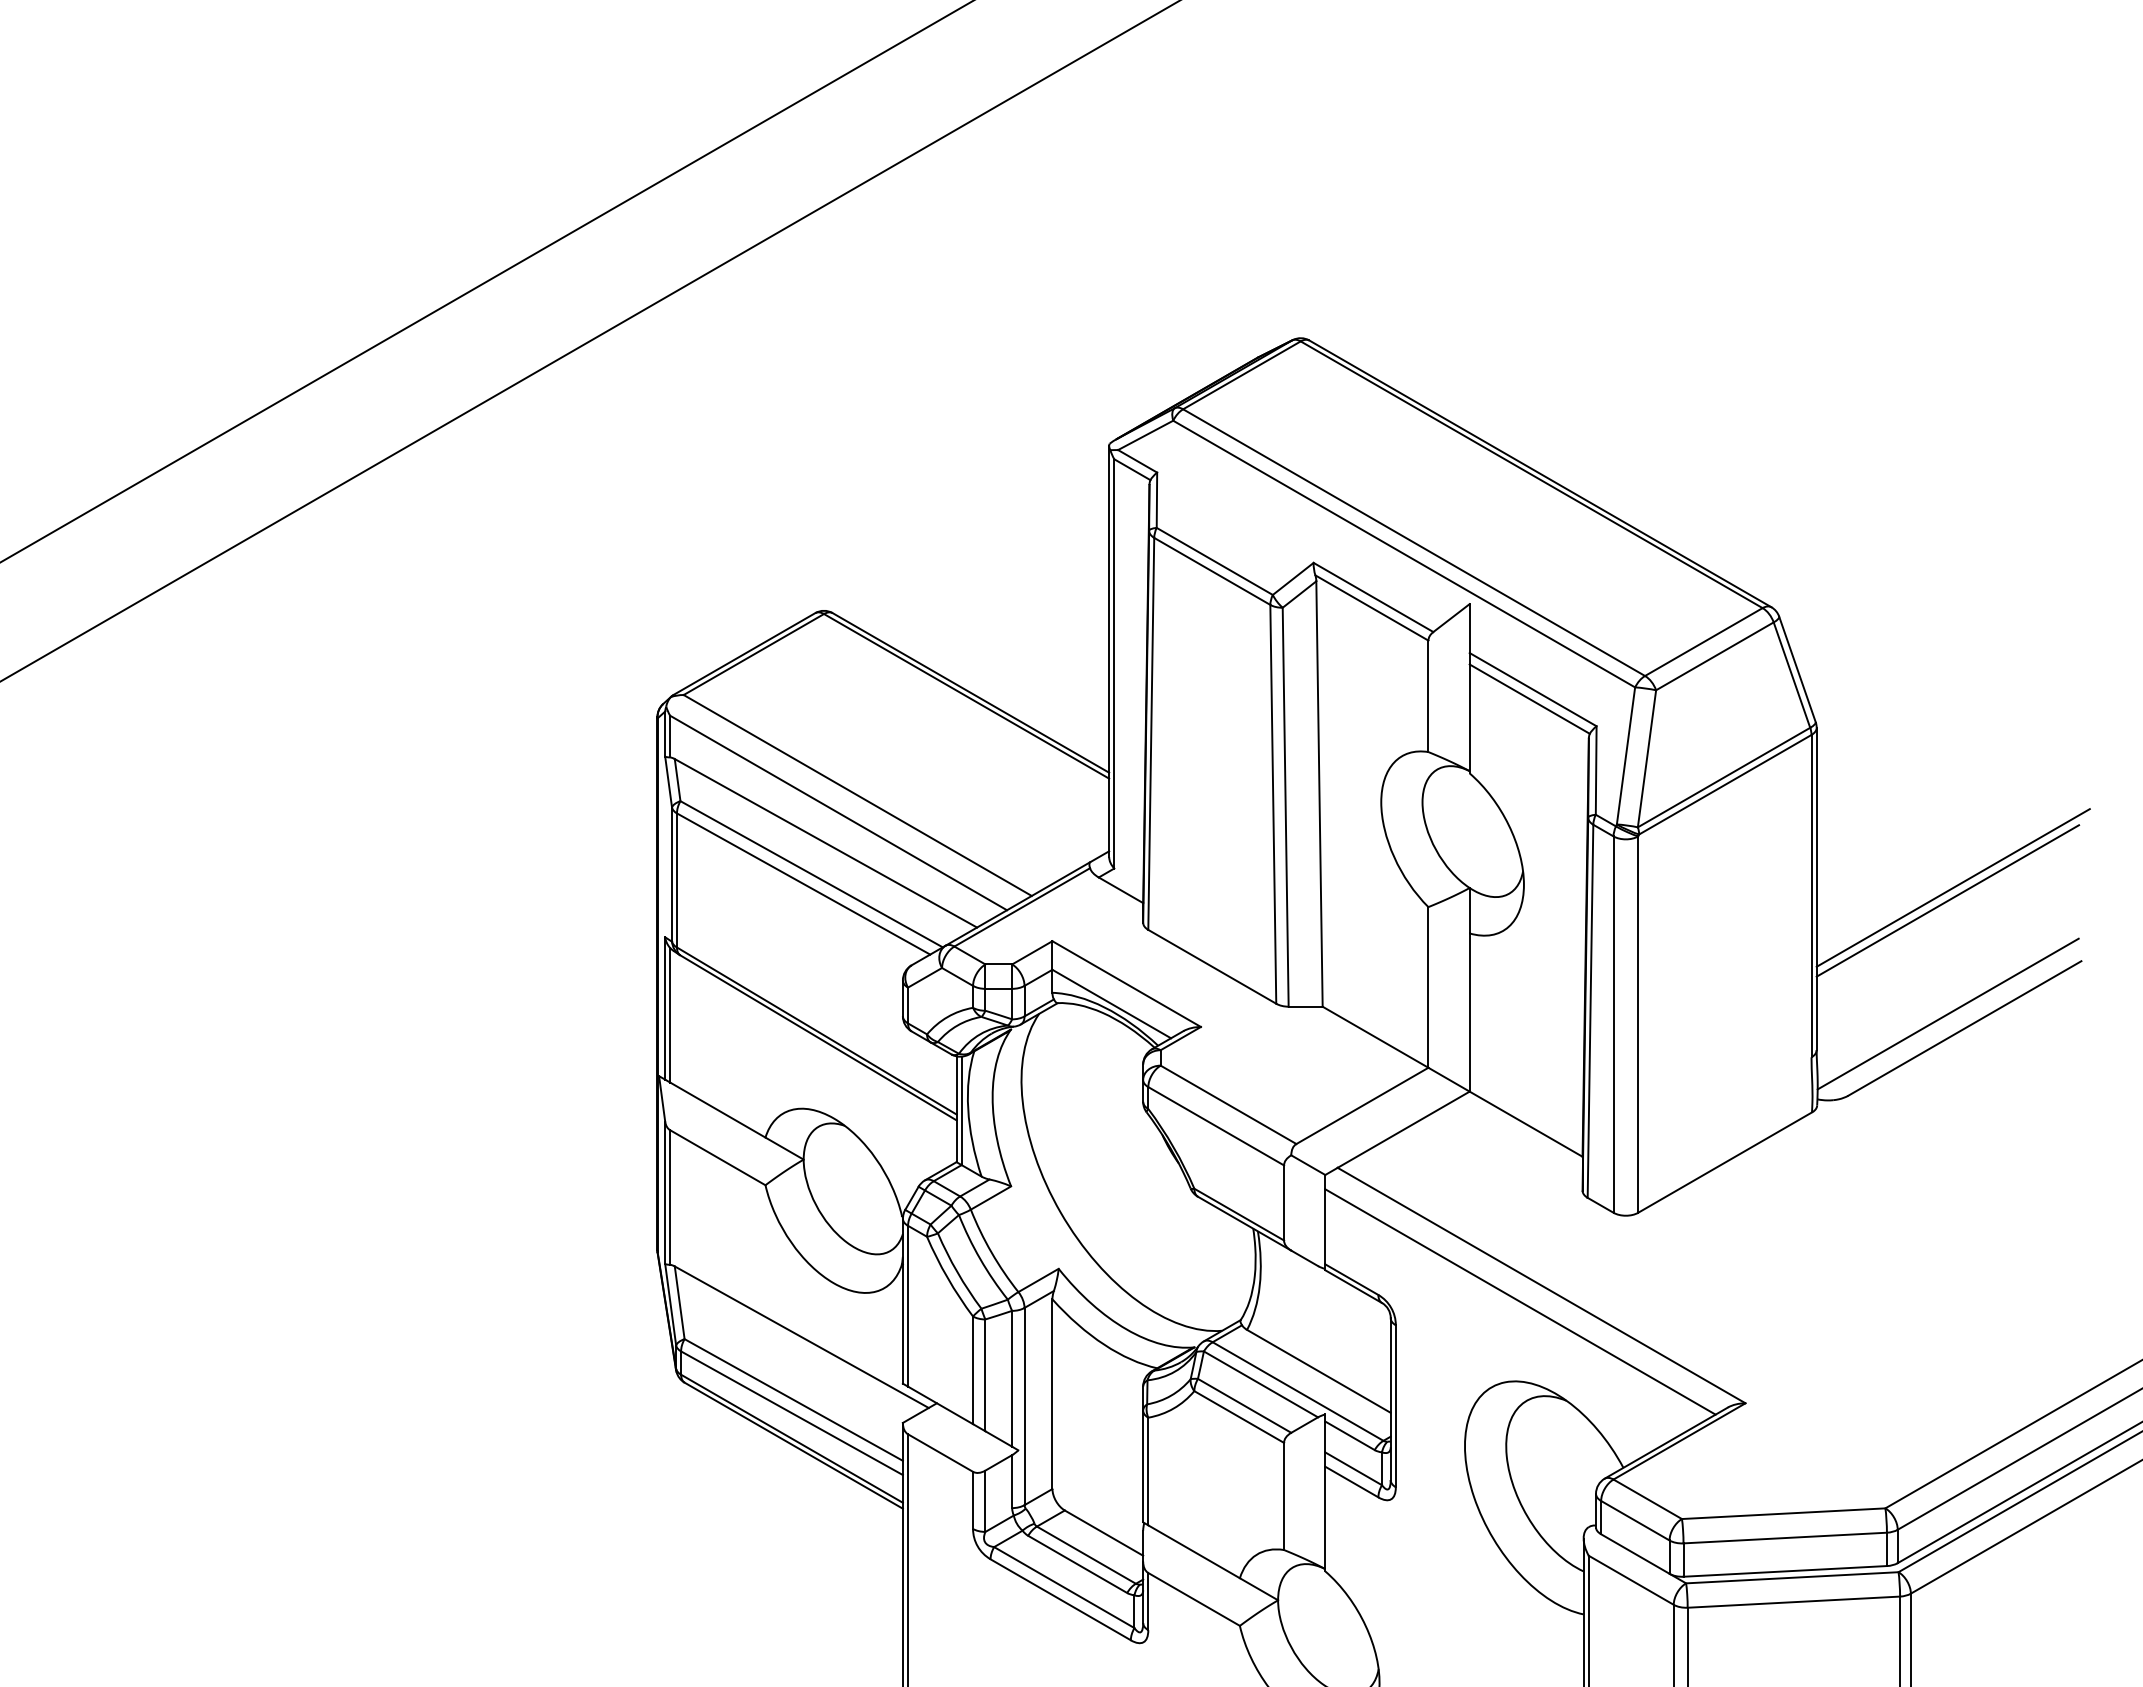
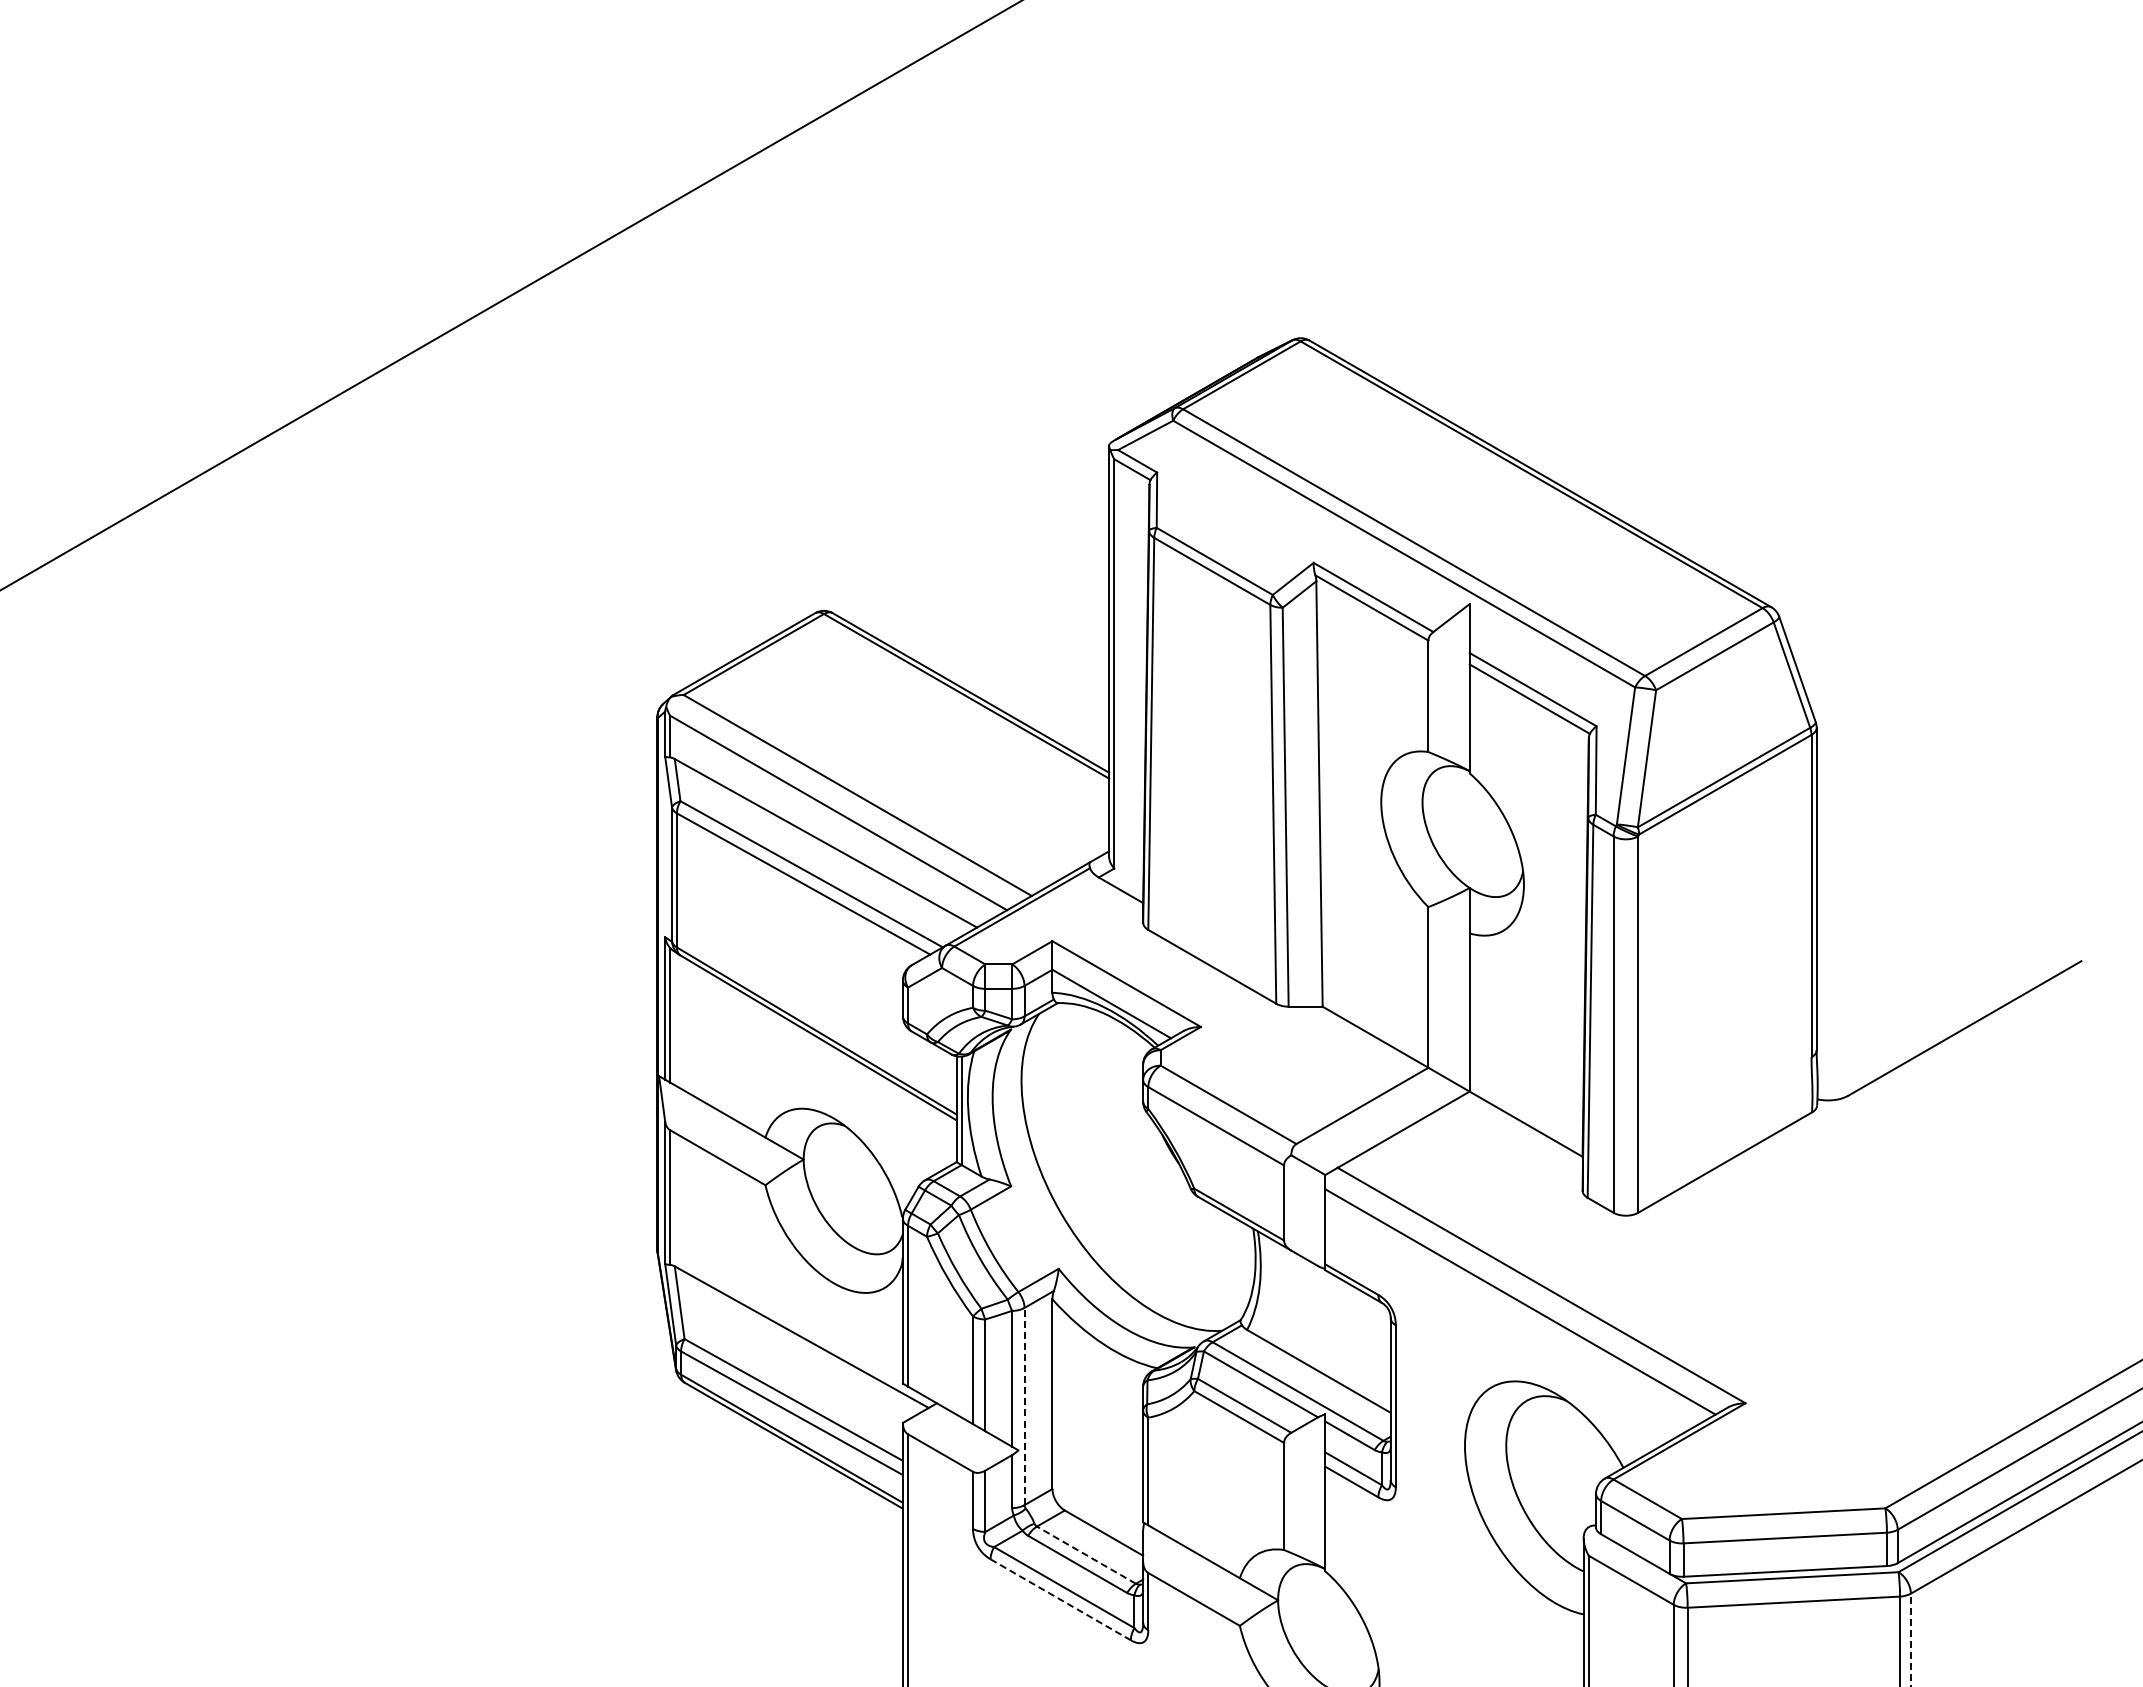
line at (486, 281) position: (486, 281) -> (510, 295)
line at (589, 341): present -> none
line at (1952, 887): present -> none
line at (1947, 900): present -> none
line at (1947, 1013): present -> none
line at (1024, 1406): solid -> dashed
line at (1086, 1554): solid -> dashed
line at (1060, 1599): solid -> dashed
line at (1910, 1639): solid -> dashed
